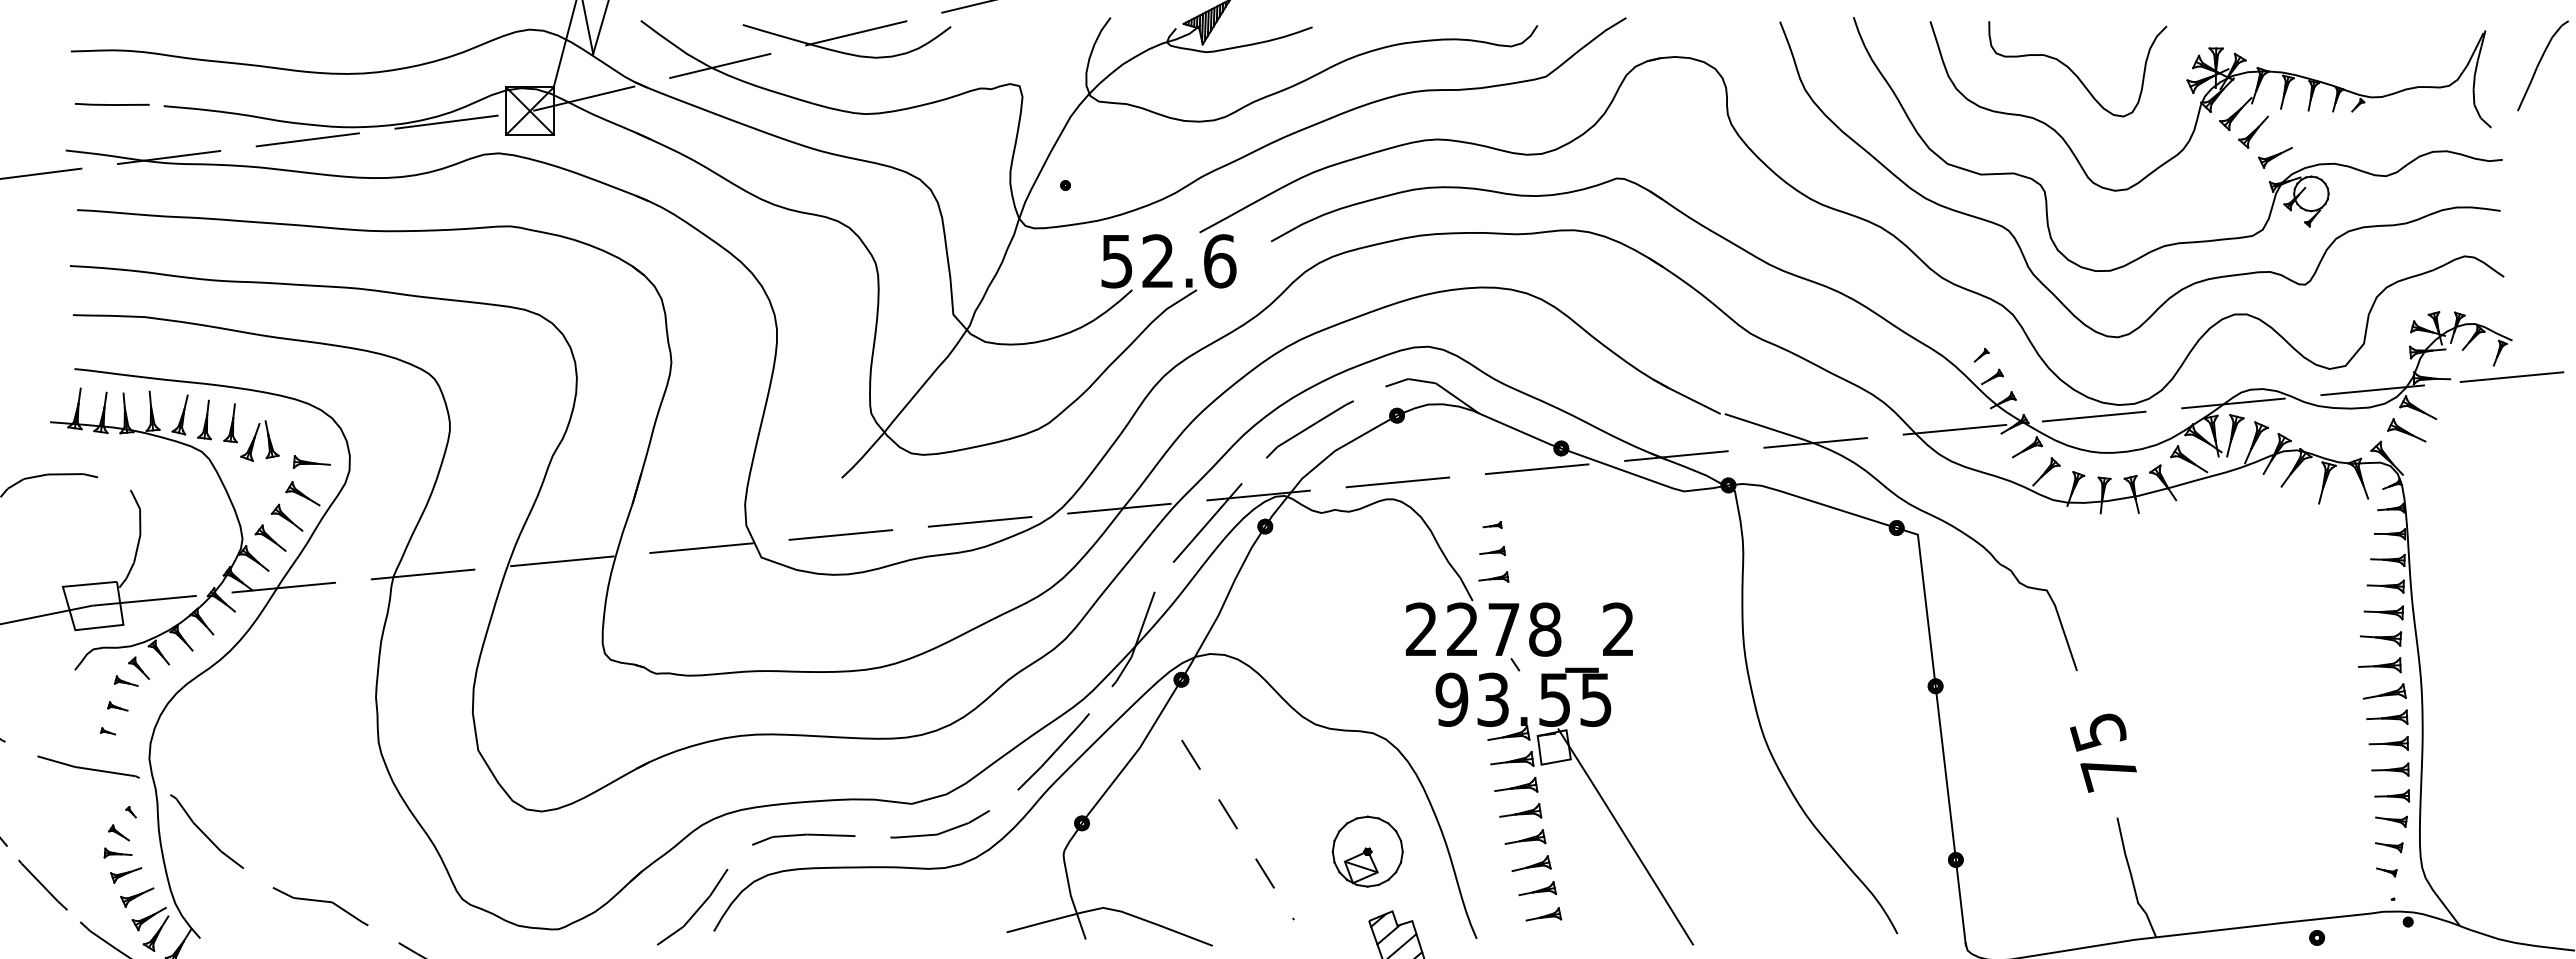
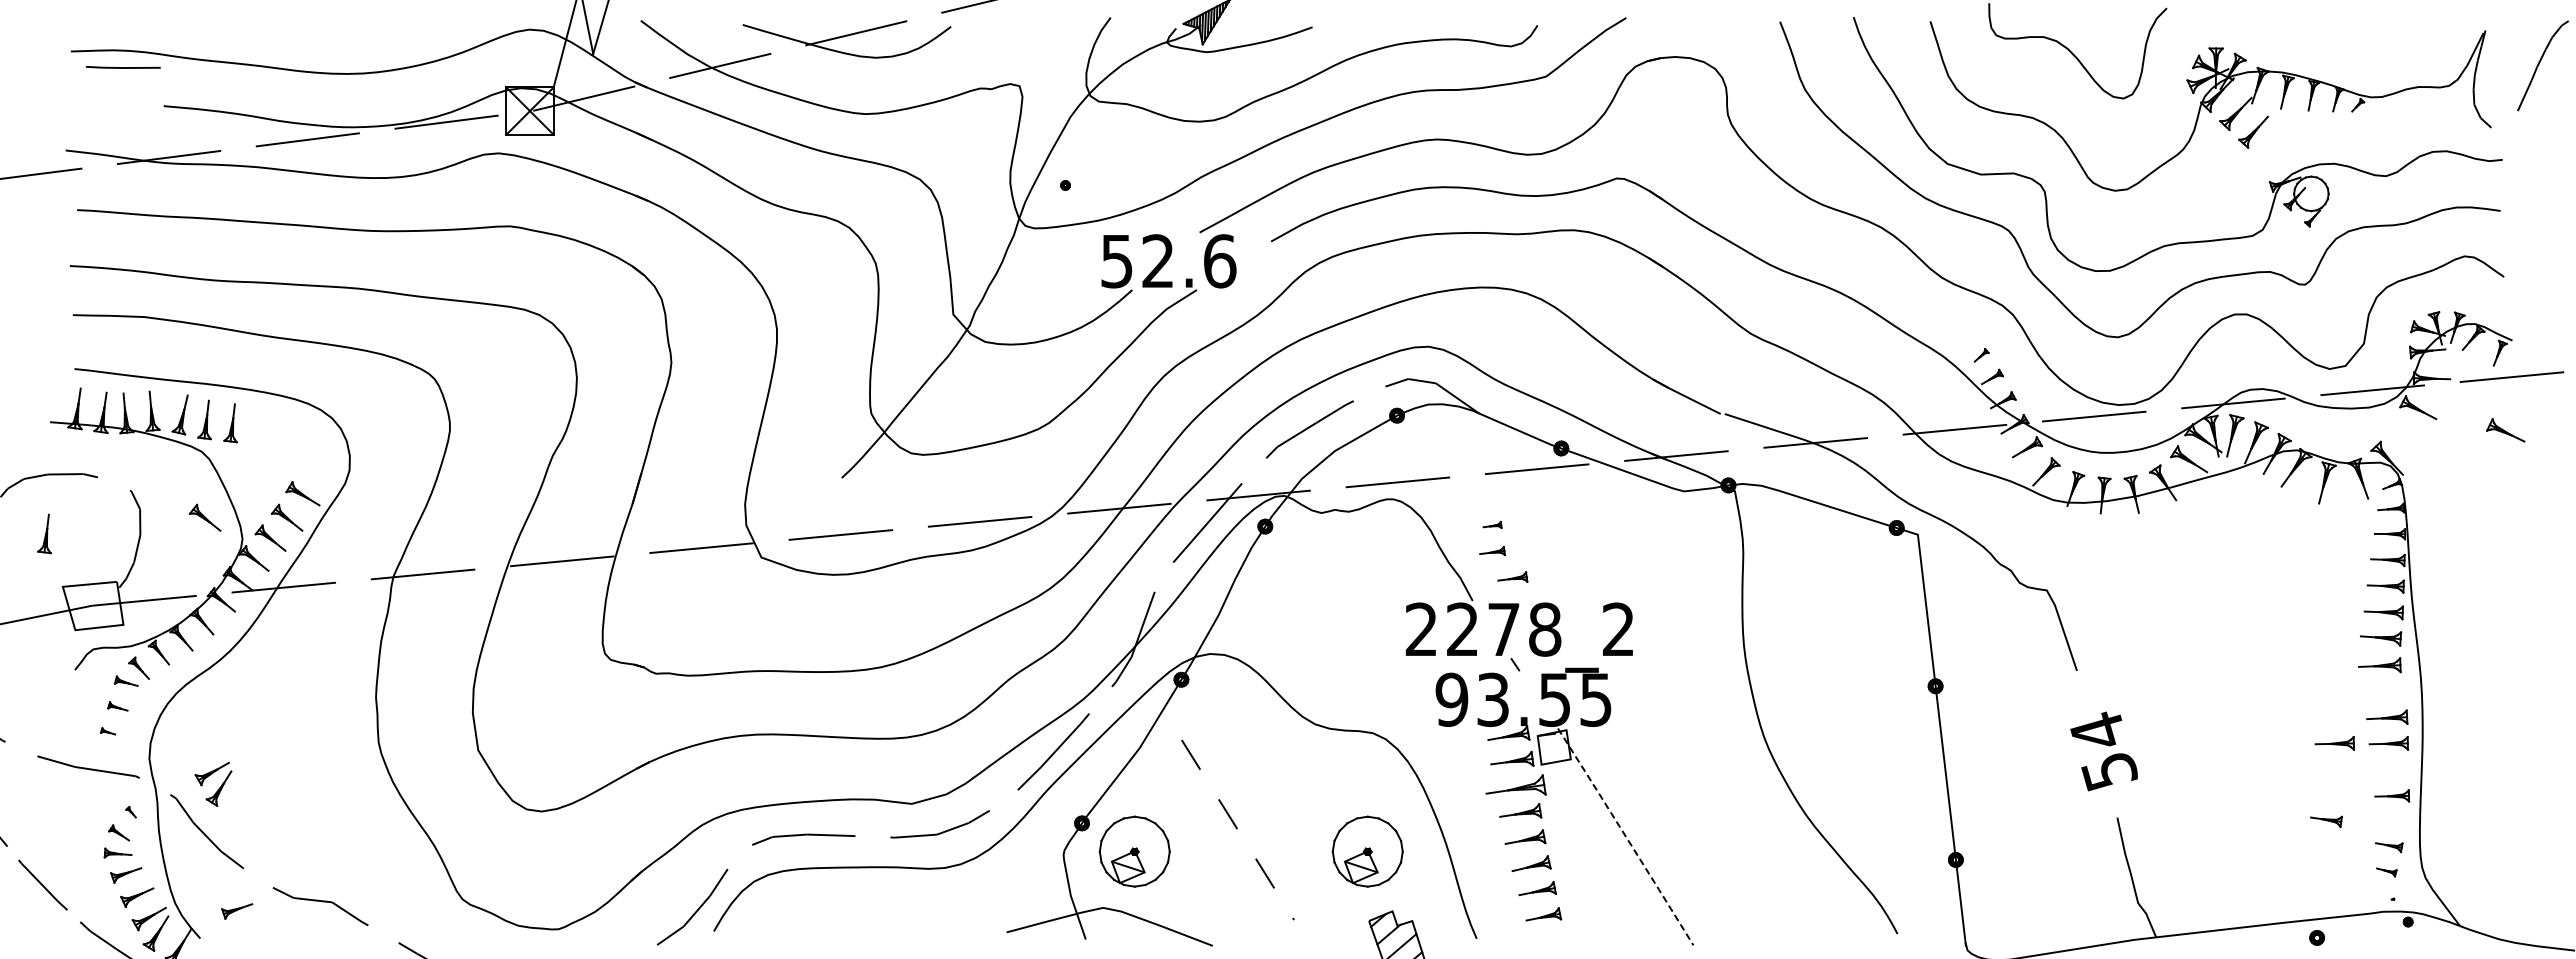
curve at (2074, 72) position: (2074, 72) -> (2074, 54)
line at (112, 104) position: (112, 104) -> (123, 67)
part at (2275, 157): present -> none
part at (2406, 430) position: (2406, 430) -> (2505, 430)
part at (259, 440): present -> none
part at (311, 461): present -> none
part at (204, 517): none -> present
part at (44, 533): none -> present
part at (1493, 576) position: (1493, 576) -> (1512, 576)
part at (2384, 691): present -> none
part at (2334, 743): none -> present
text at (2103, 751): 75 -> 54
part at (2390, 769): present -> none
part at (1516, 784) size: 45x17 px -> 62x22 px
part at (218, 788): none -> present
part at (2391, 821) position: (2391, 821) -> (2326, 821)
line at (1626, 837): solid -> dashed
part at (1134, 851): none -> present
part at (237, 911): none -> present
